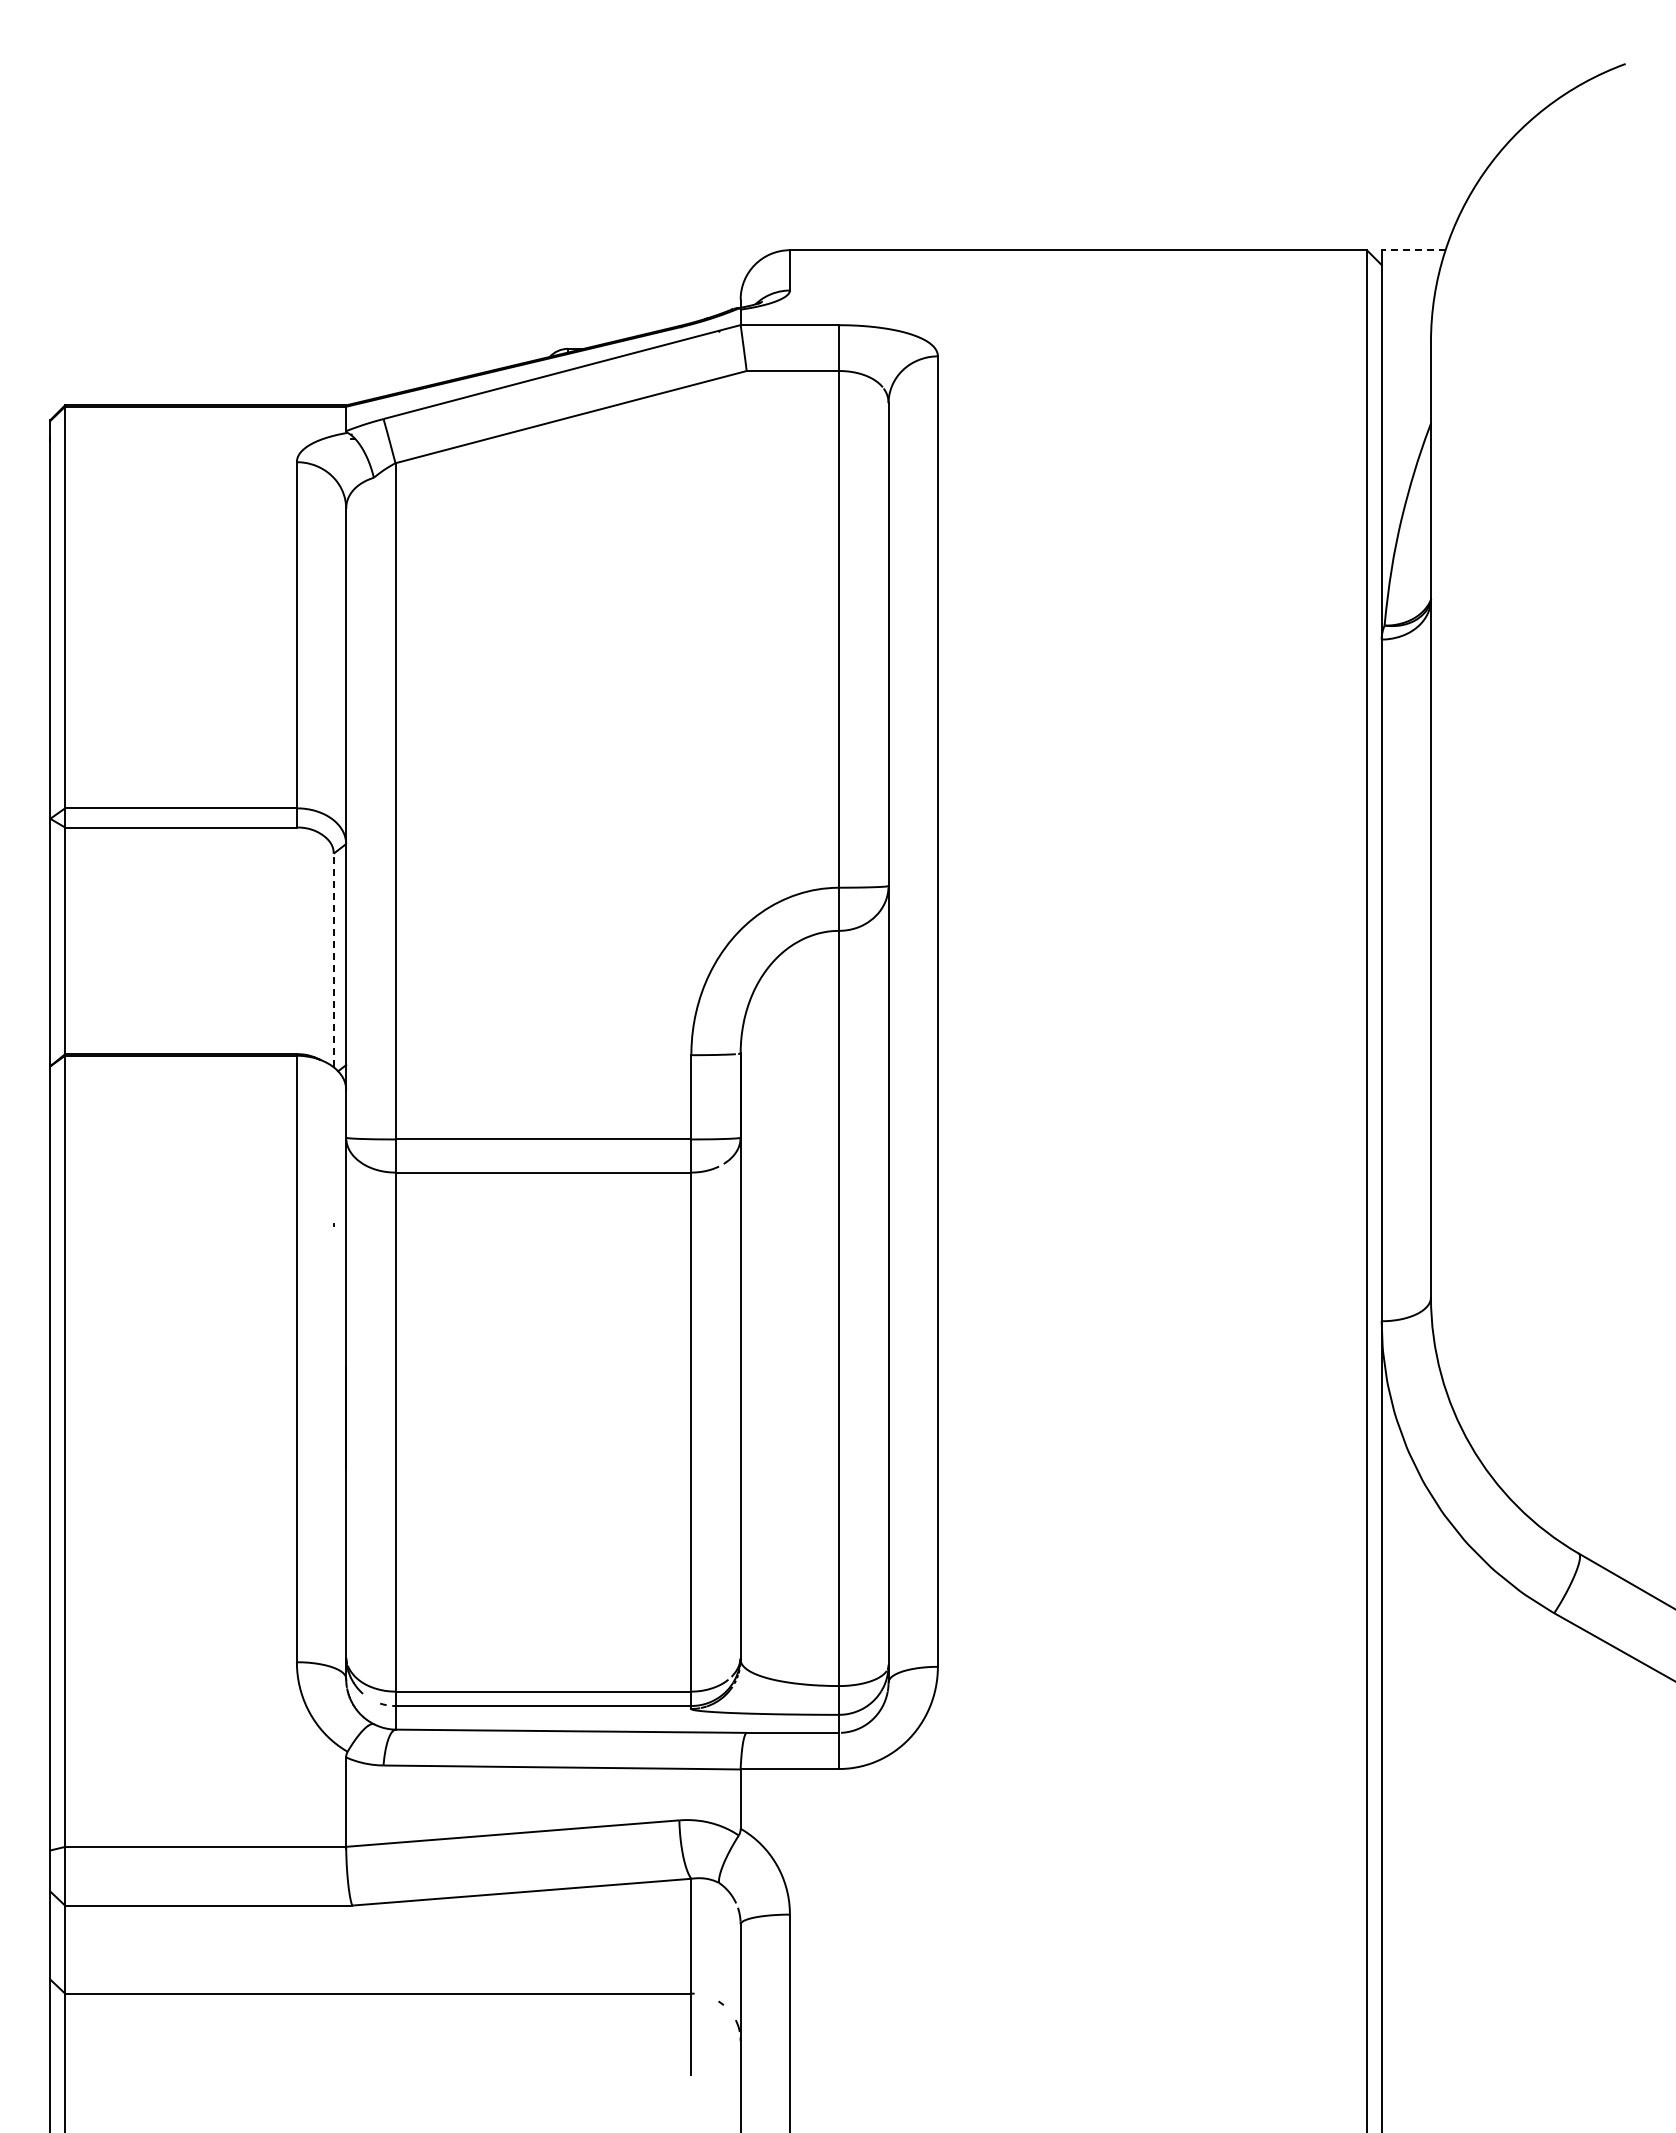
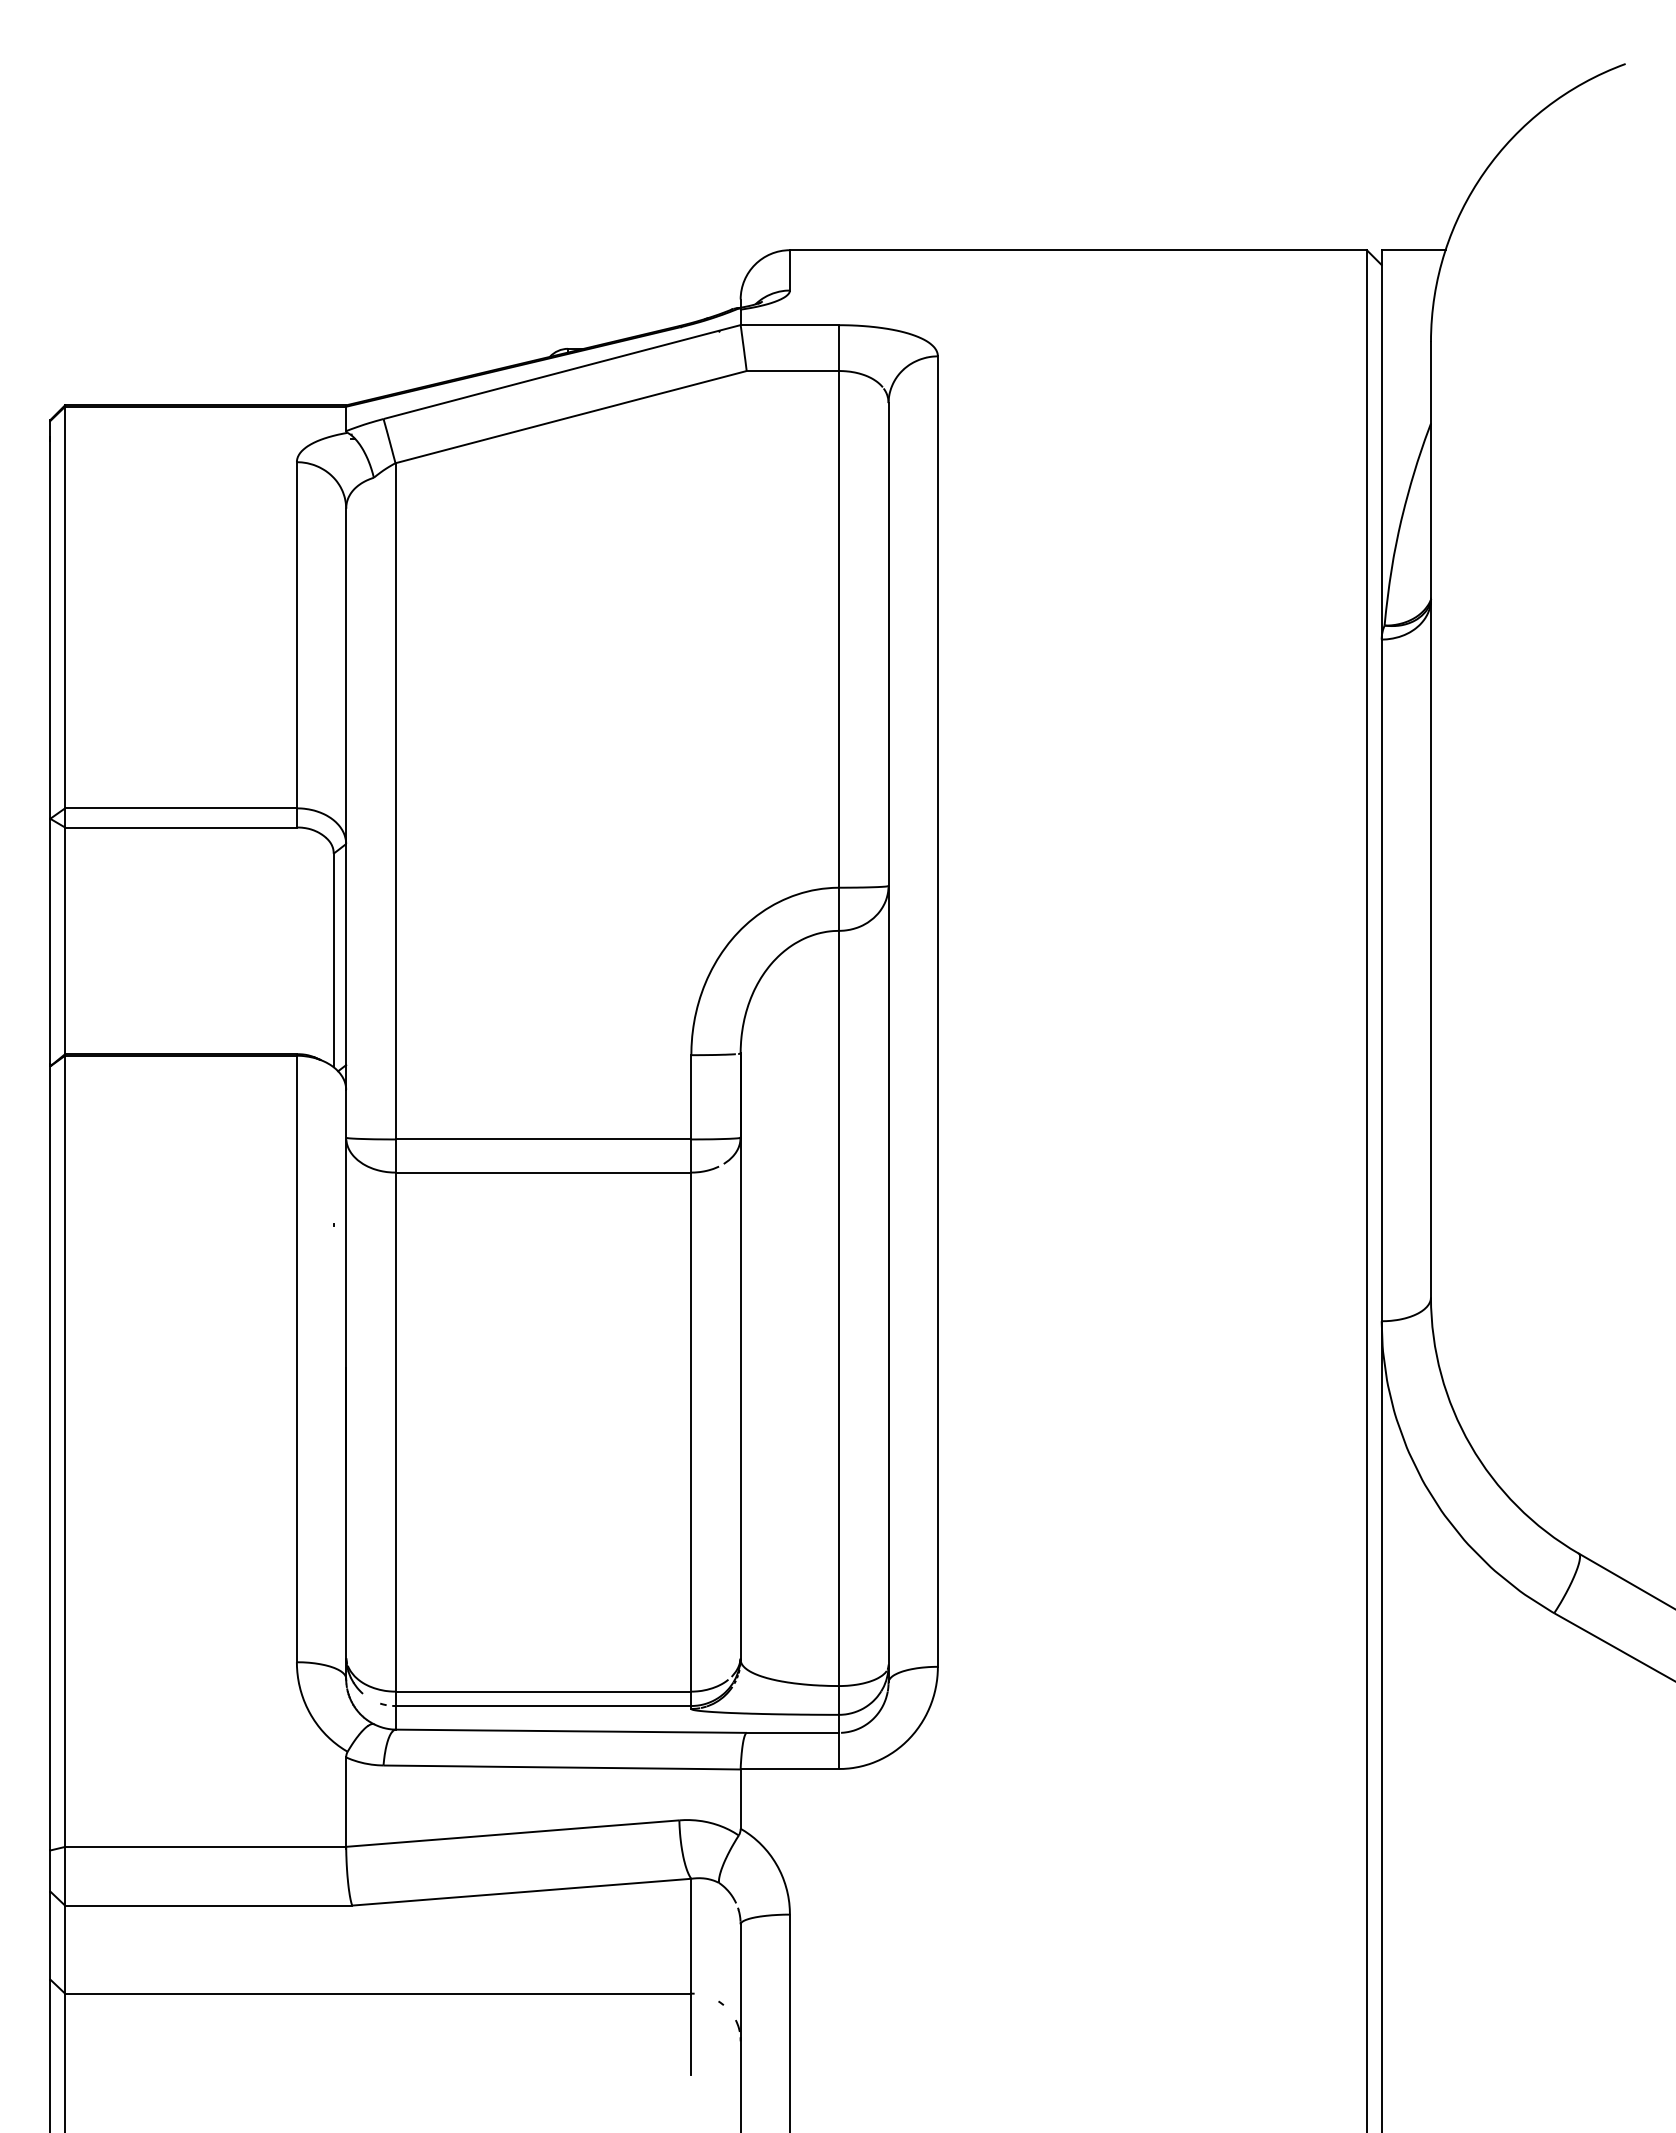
line at (1413, 250): dashed -> solid
line at (333, 960): dashed -> solid
